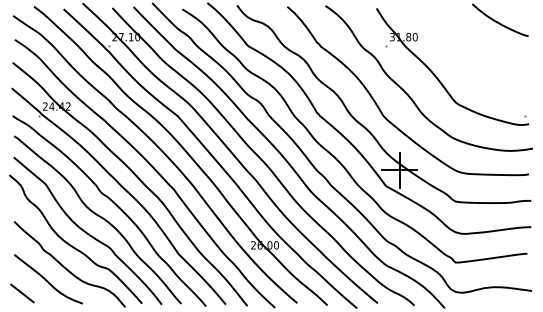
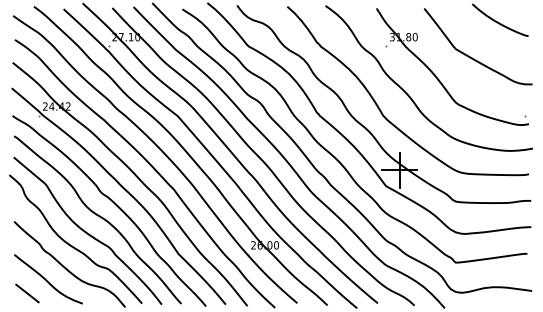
curve at (469, 55): none -> present
line at (22, 293) position: (22, 293) -> (27, 293)
